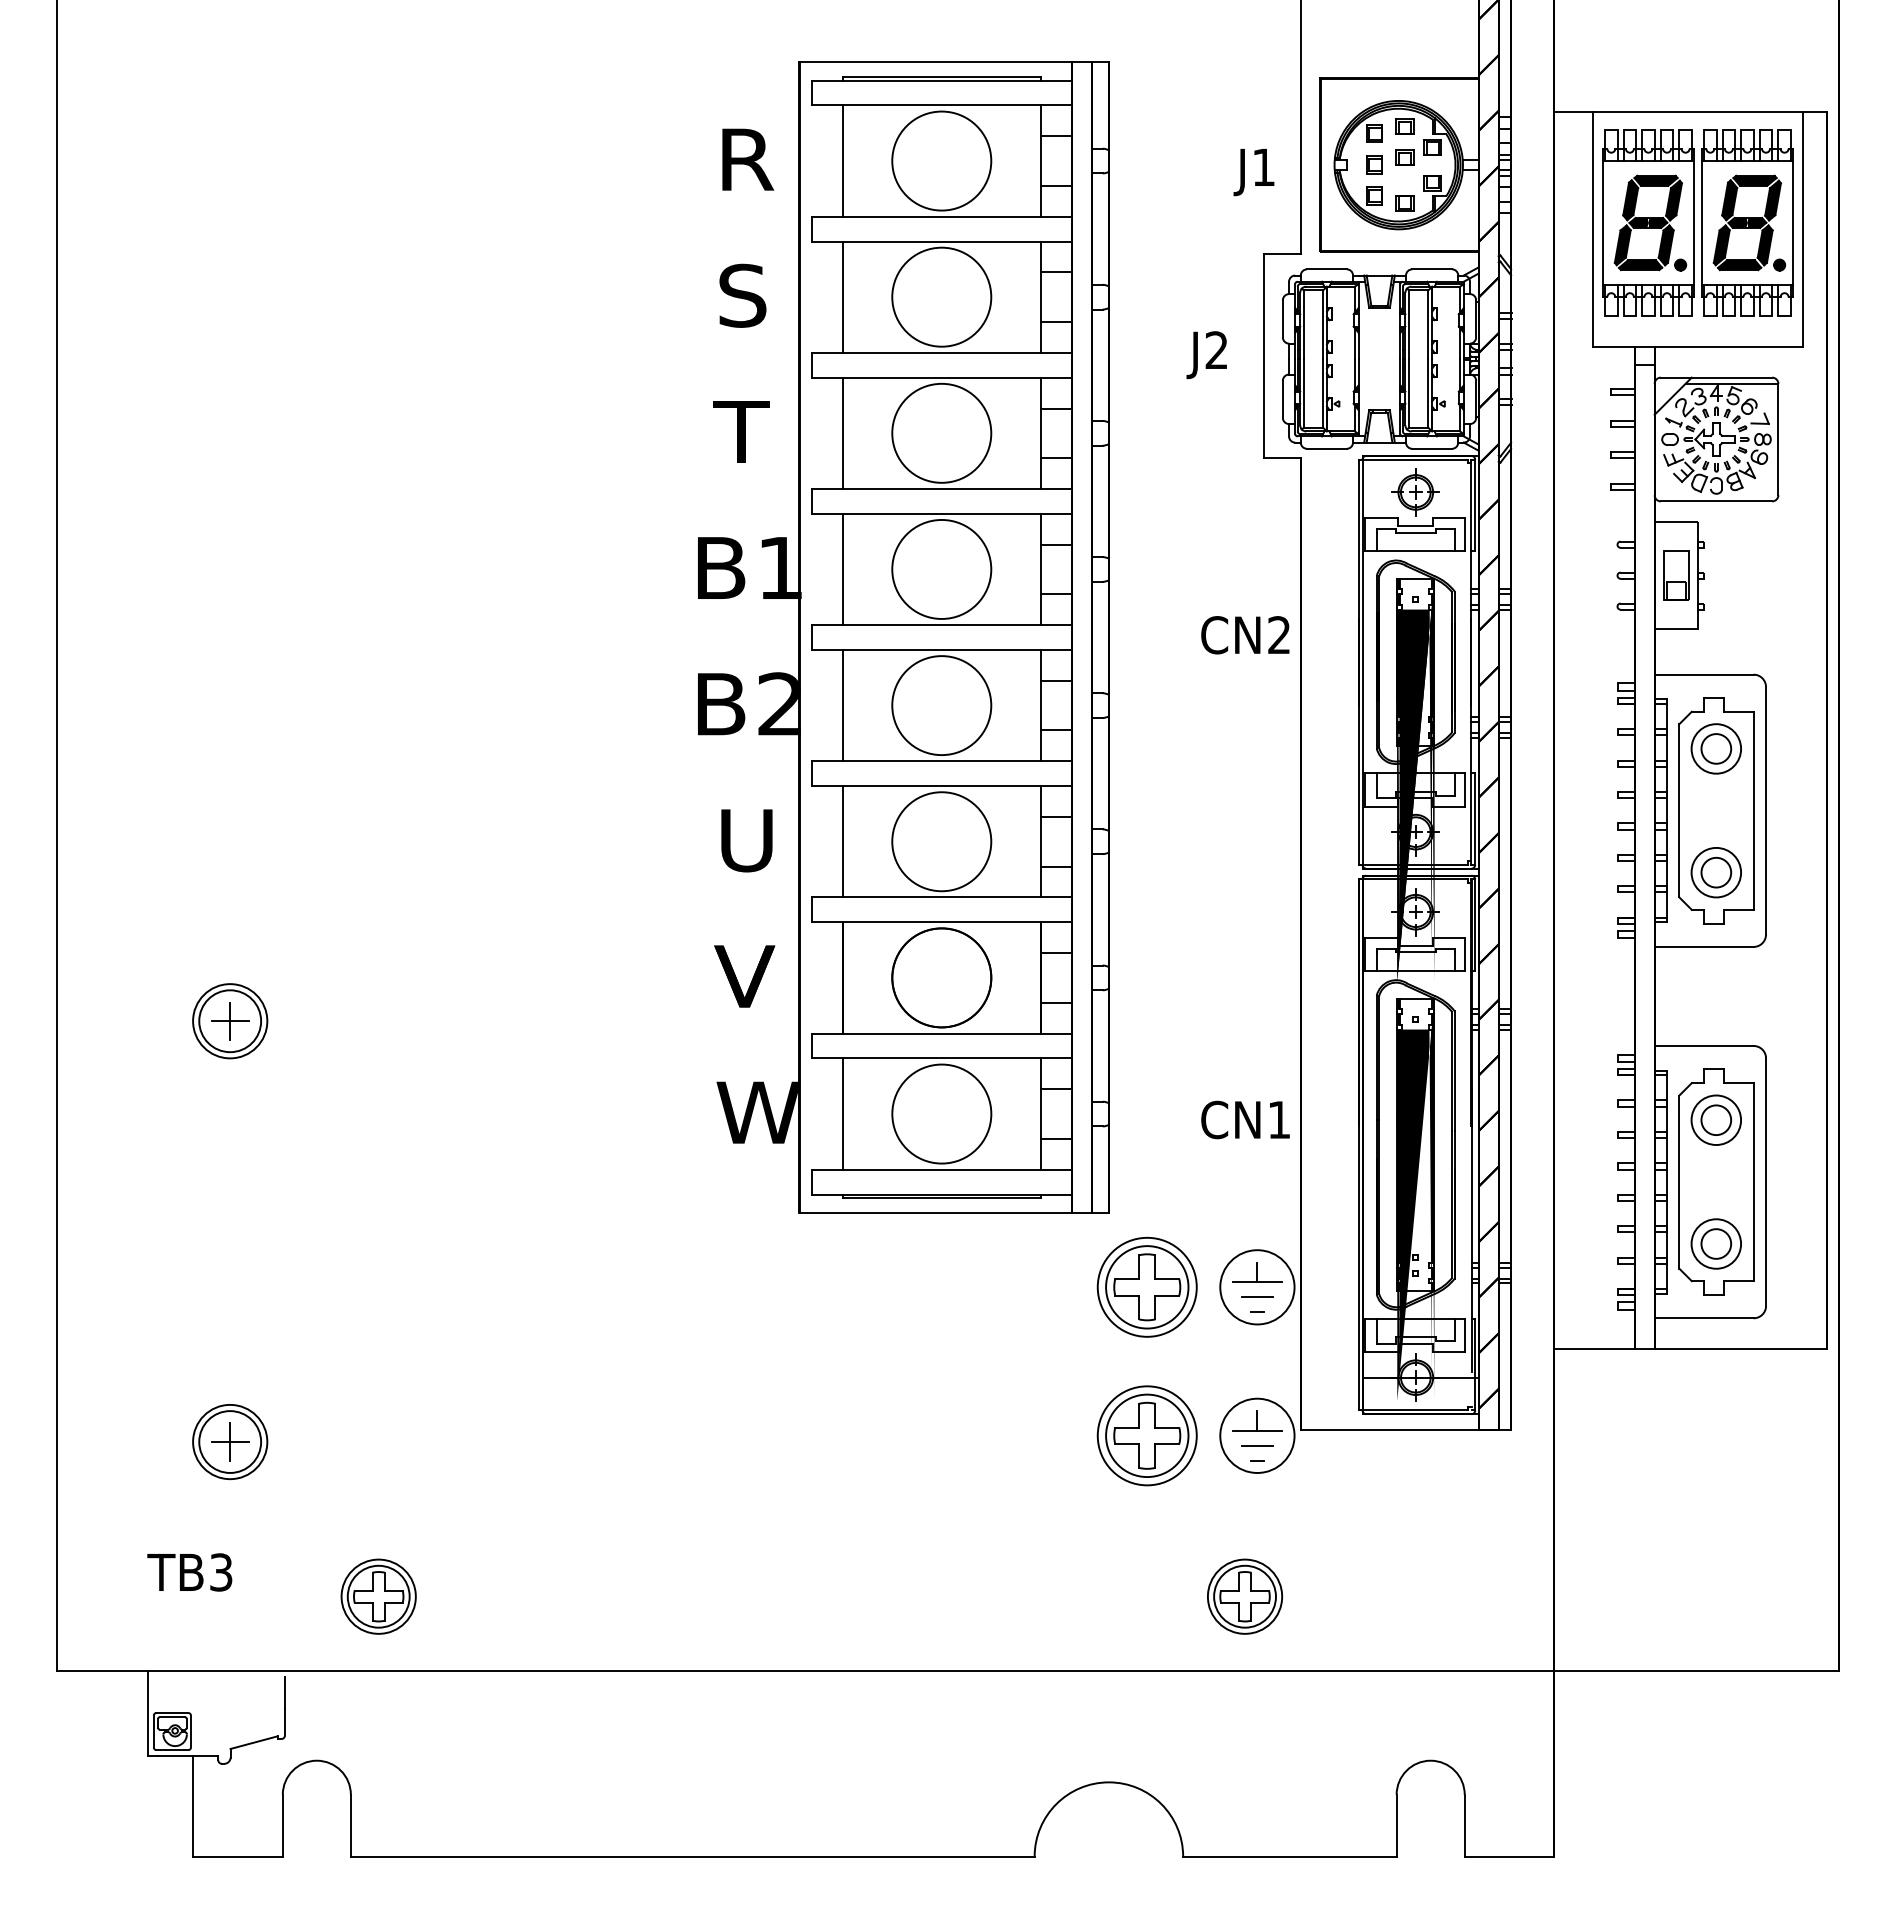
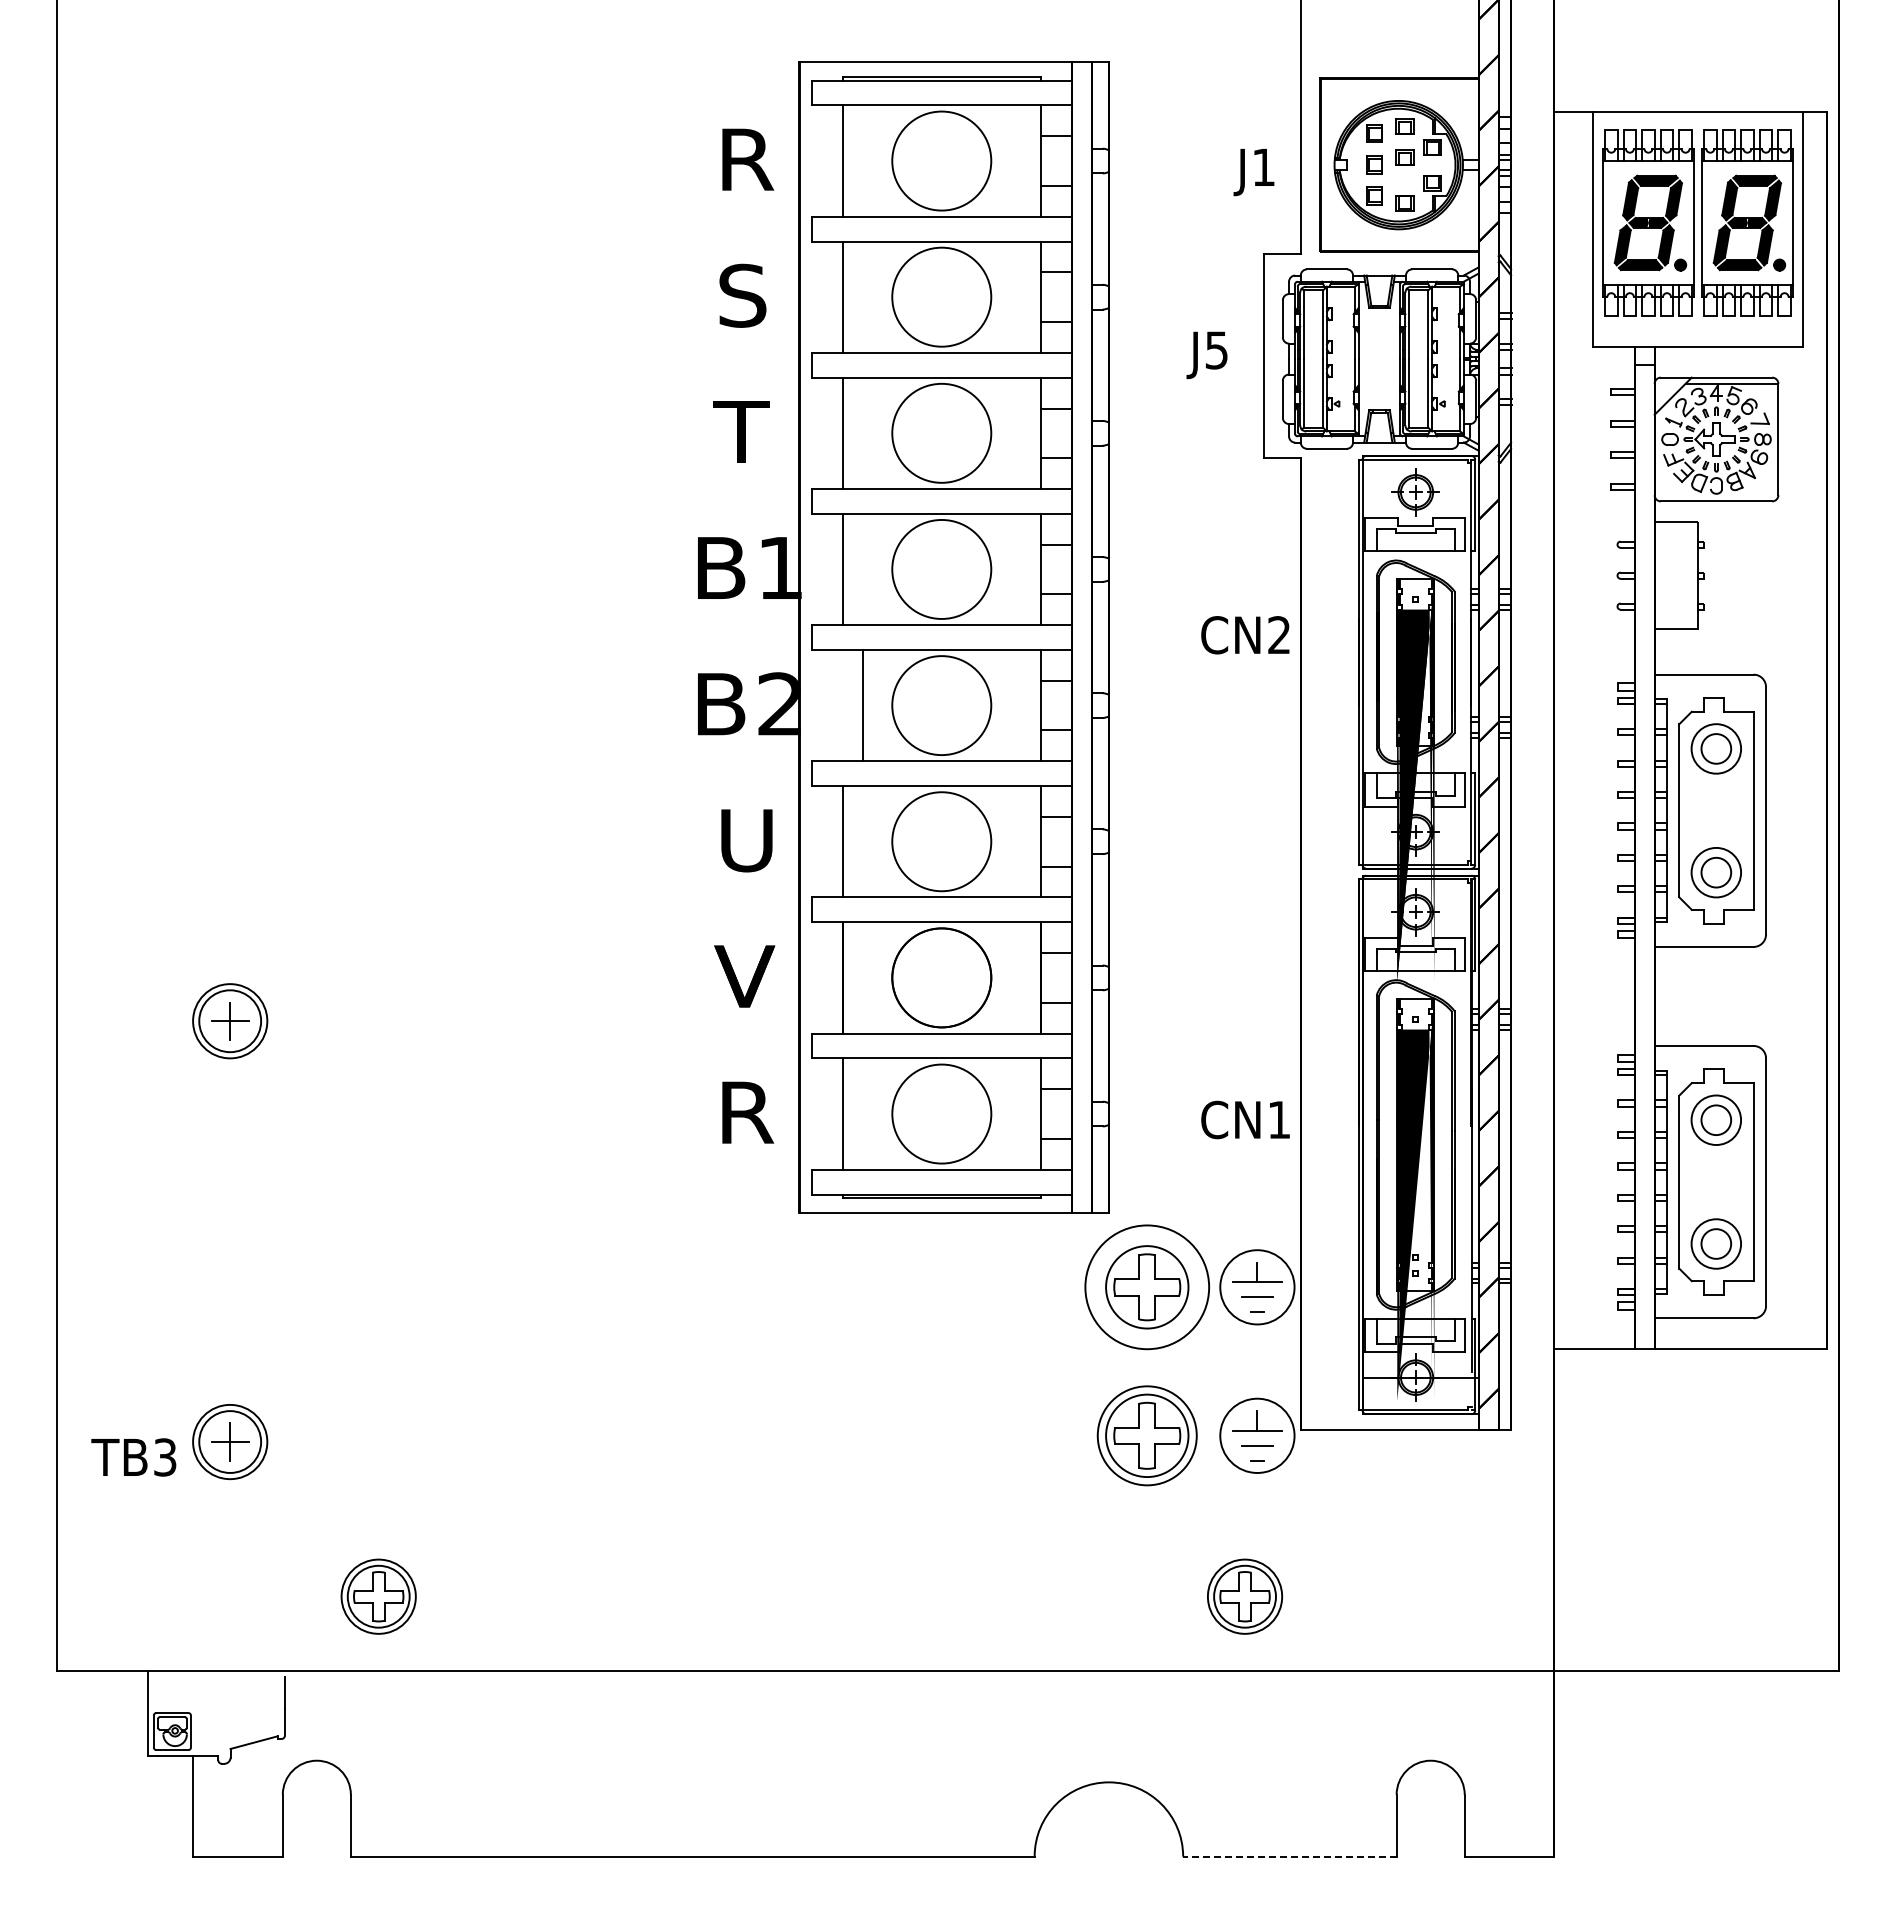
text at (1216, 350): J2 -> J5
part at (1676, 575): present -> none
line at (842, 705) position: (842, 705) -> (862, 705)
text at (756, 1112): W -> R
circle at (1146, 1286) diameter: 99 px -> 124 px
text at (189, 1572) position: (189, 1572) -> (133, 1457)
line at (1289, 1856): solid -> dashed
